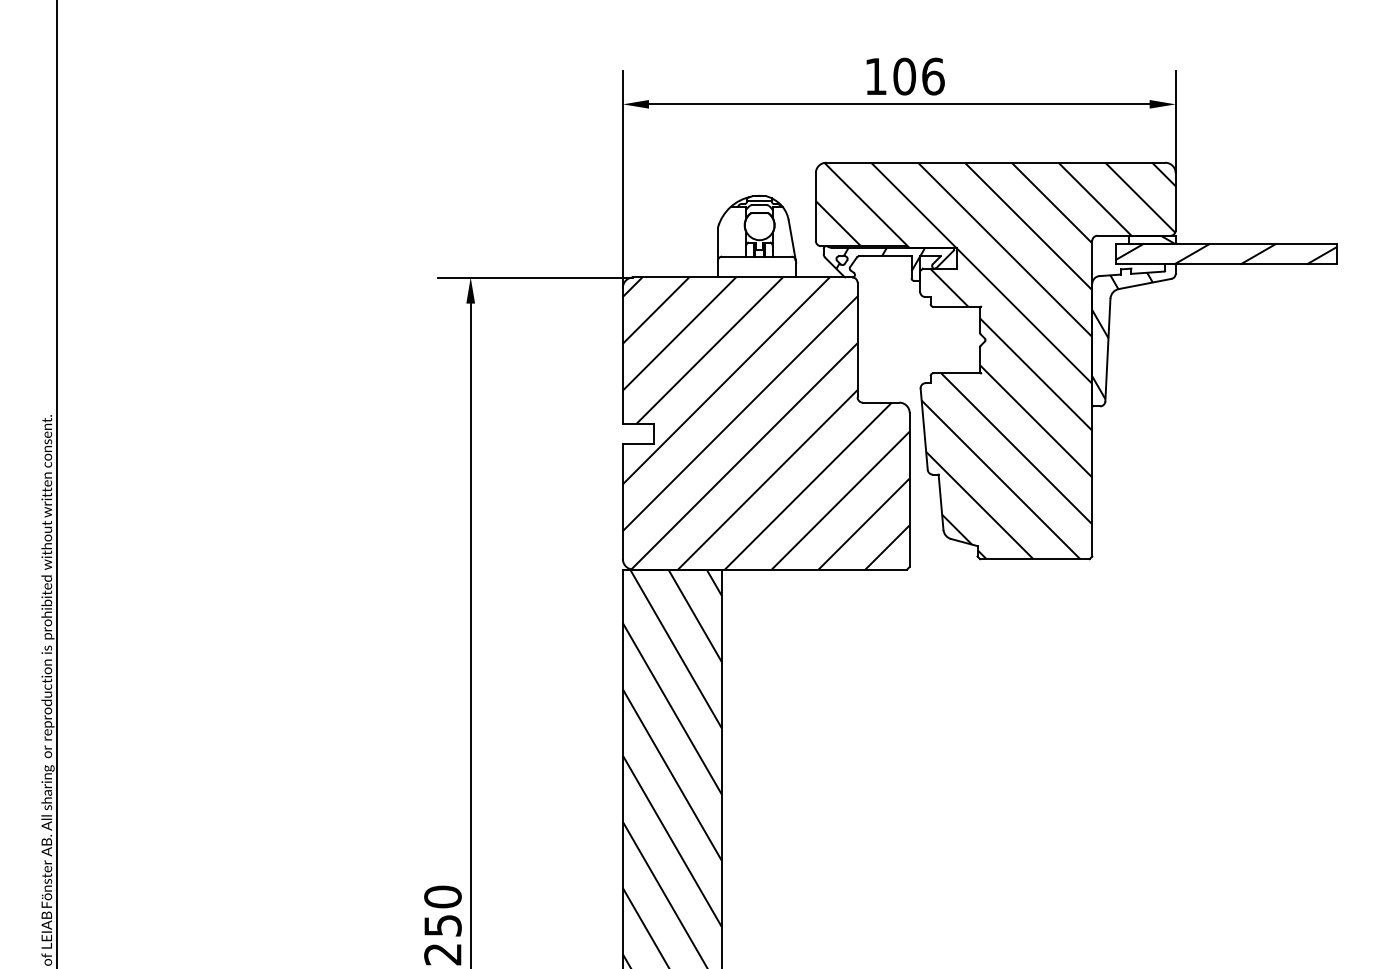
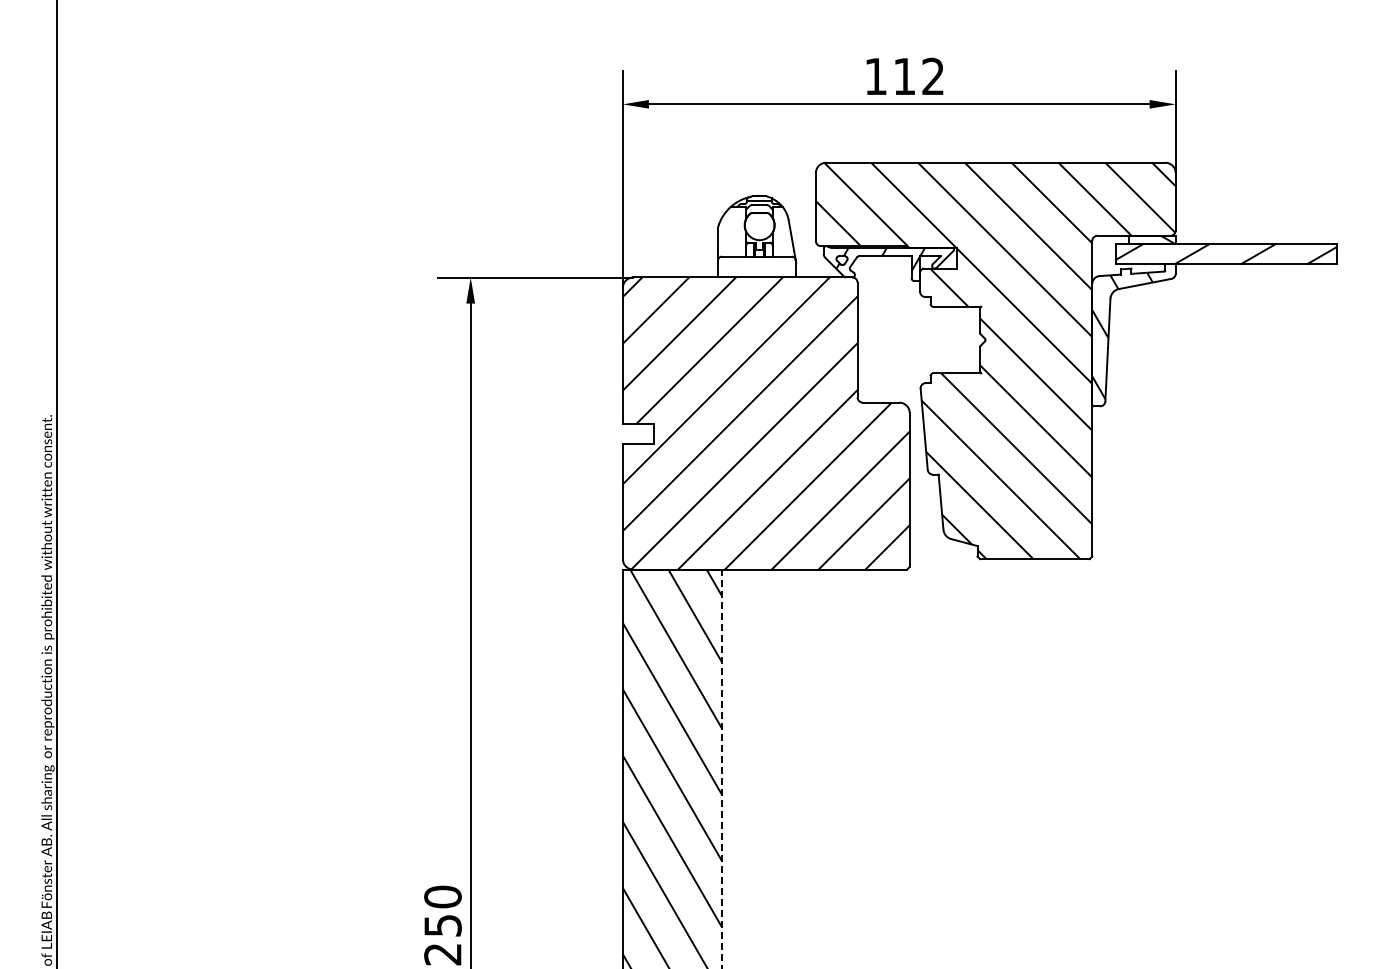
text at (918, 76): 106 -> 112
line at (721, 769): solid -> dashed
